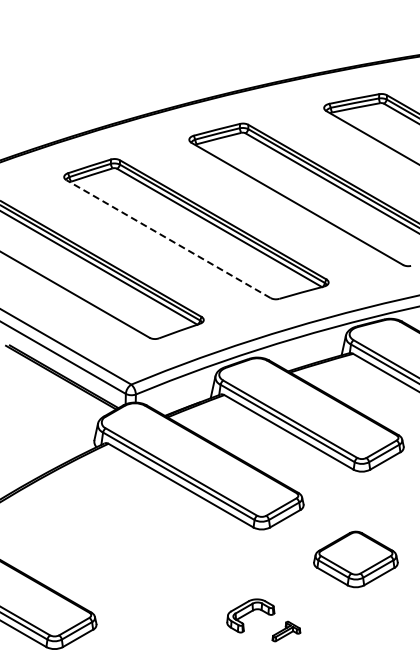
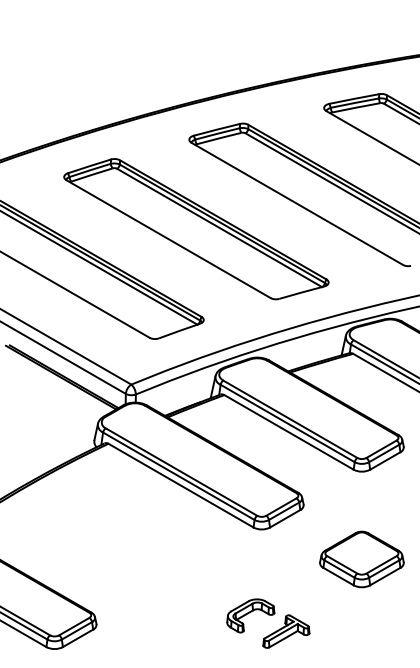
line at (168, 239): dashed -> solid
part at (355, 559) position: (355, 559) -> (361, 559)
part at (286, 631) size: 31x23 px -> 49x35 px
